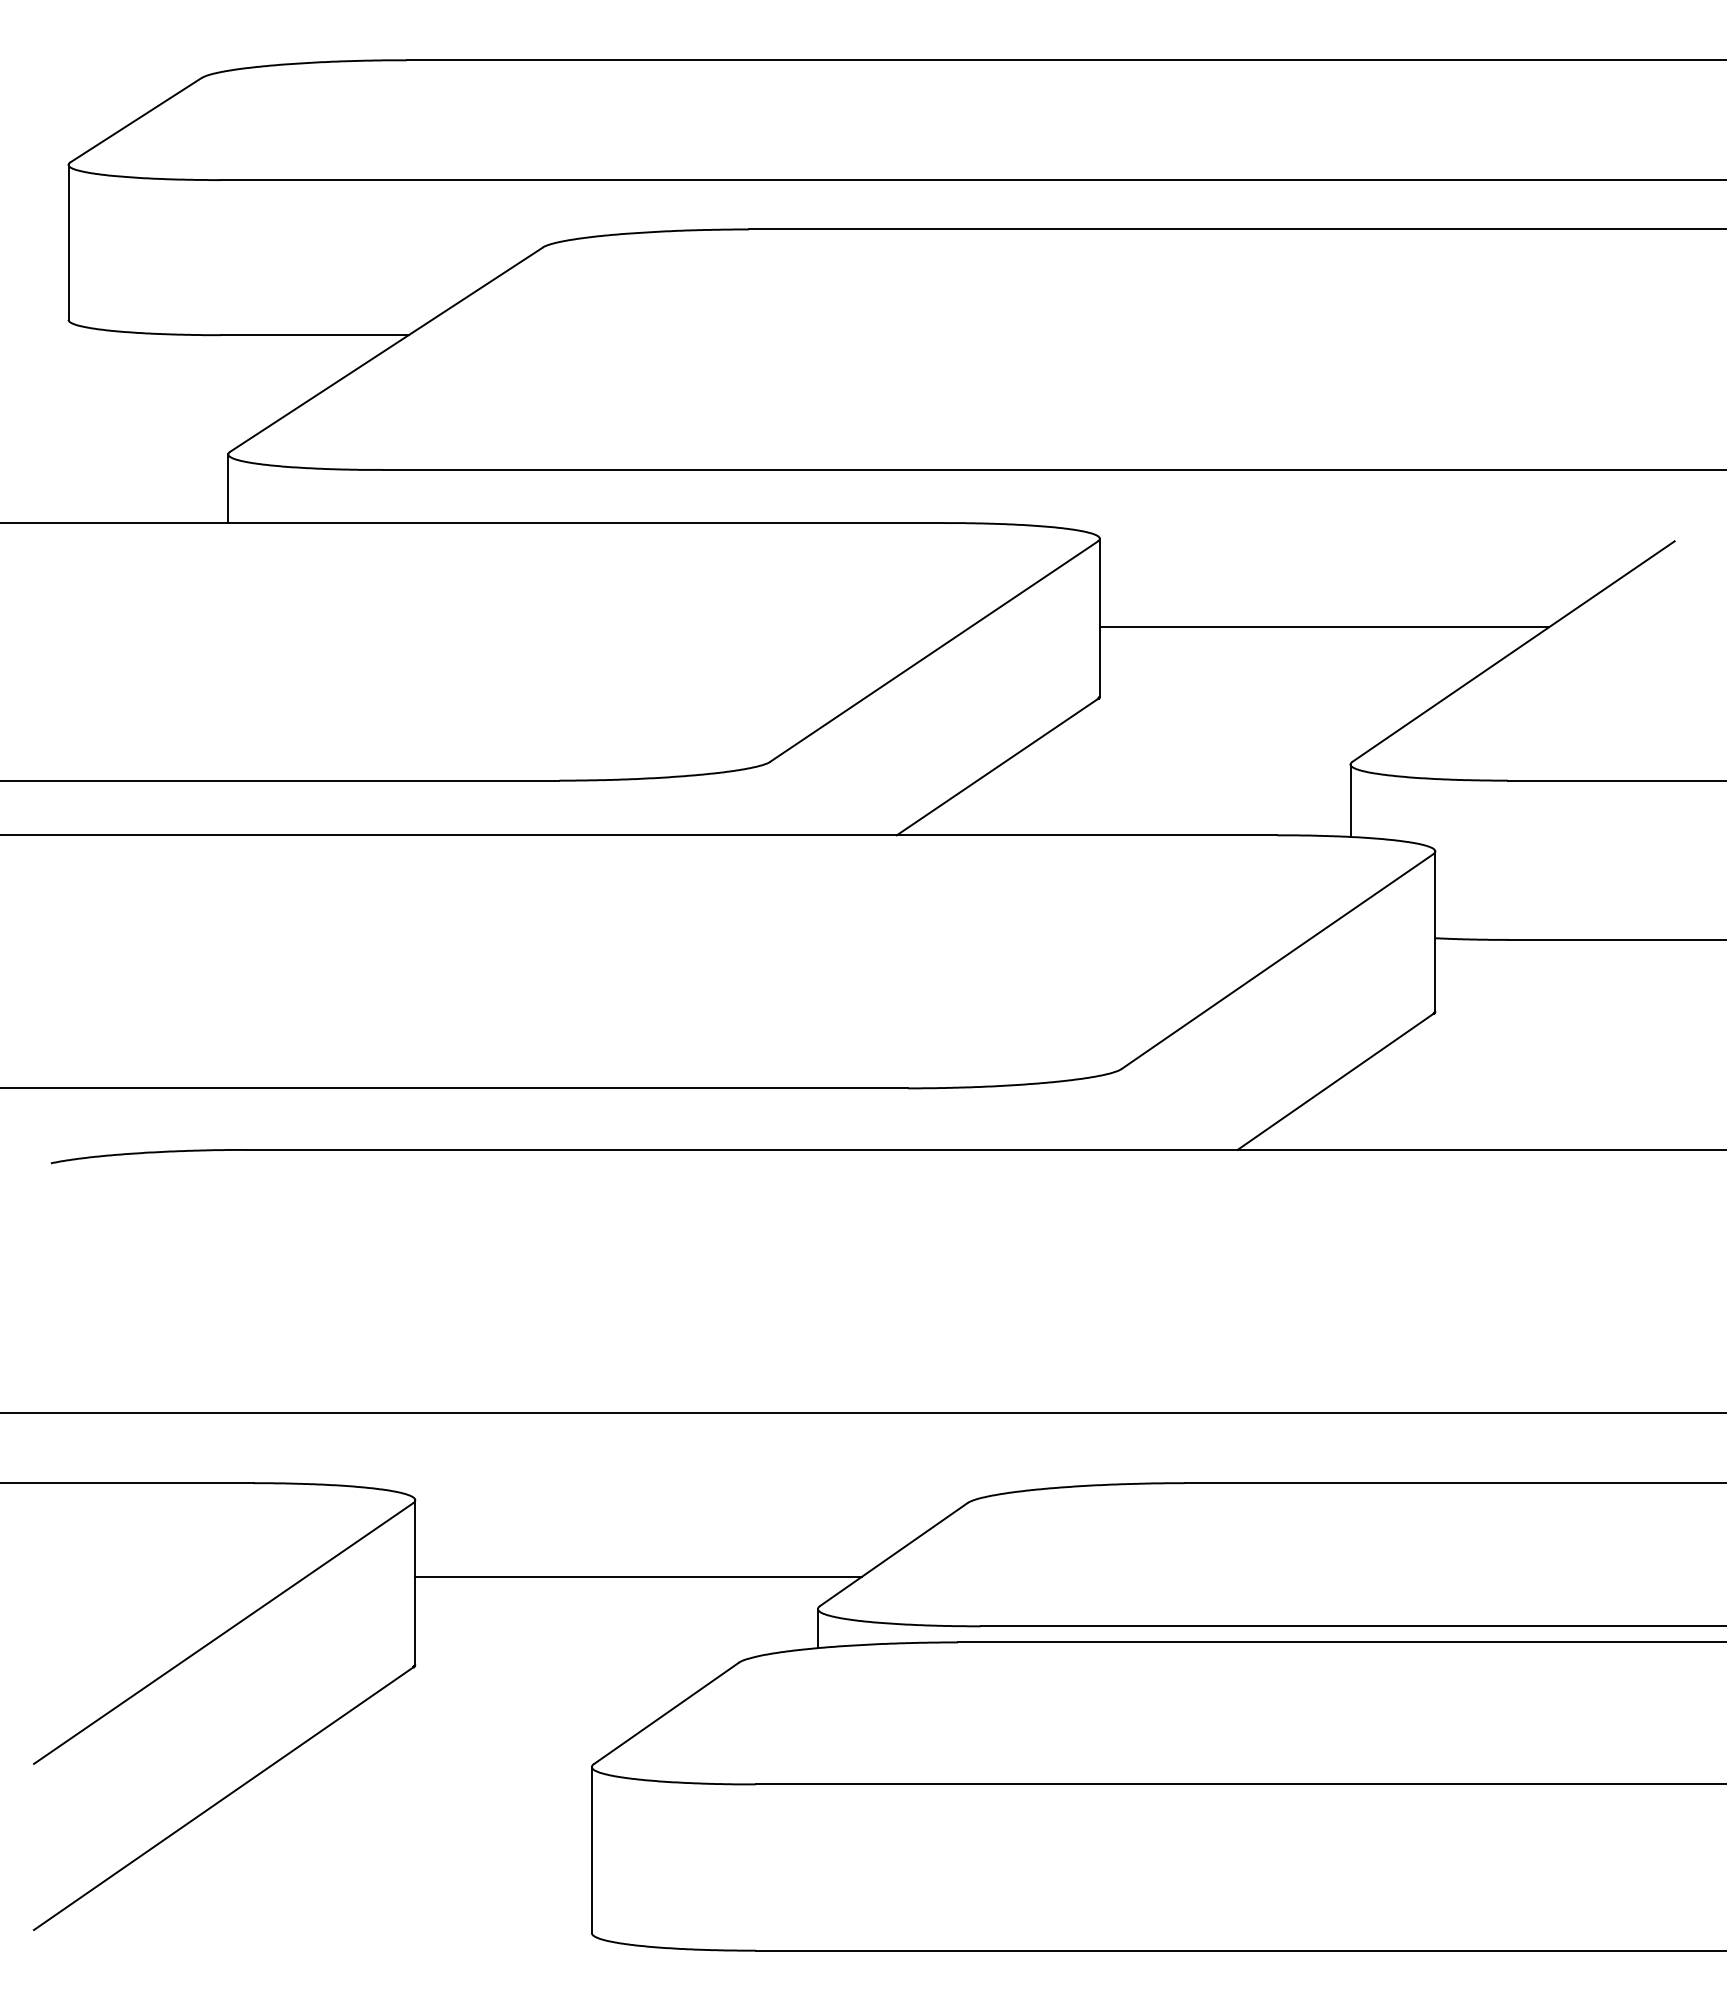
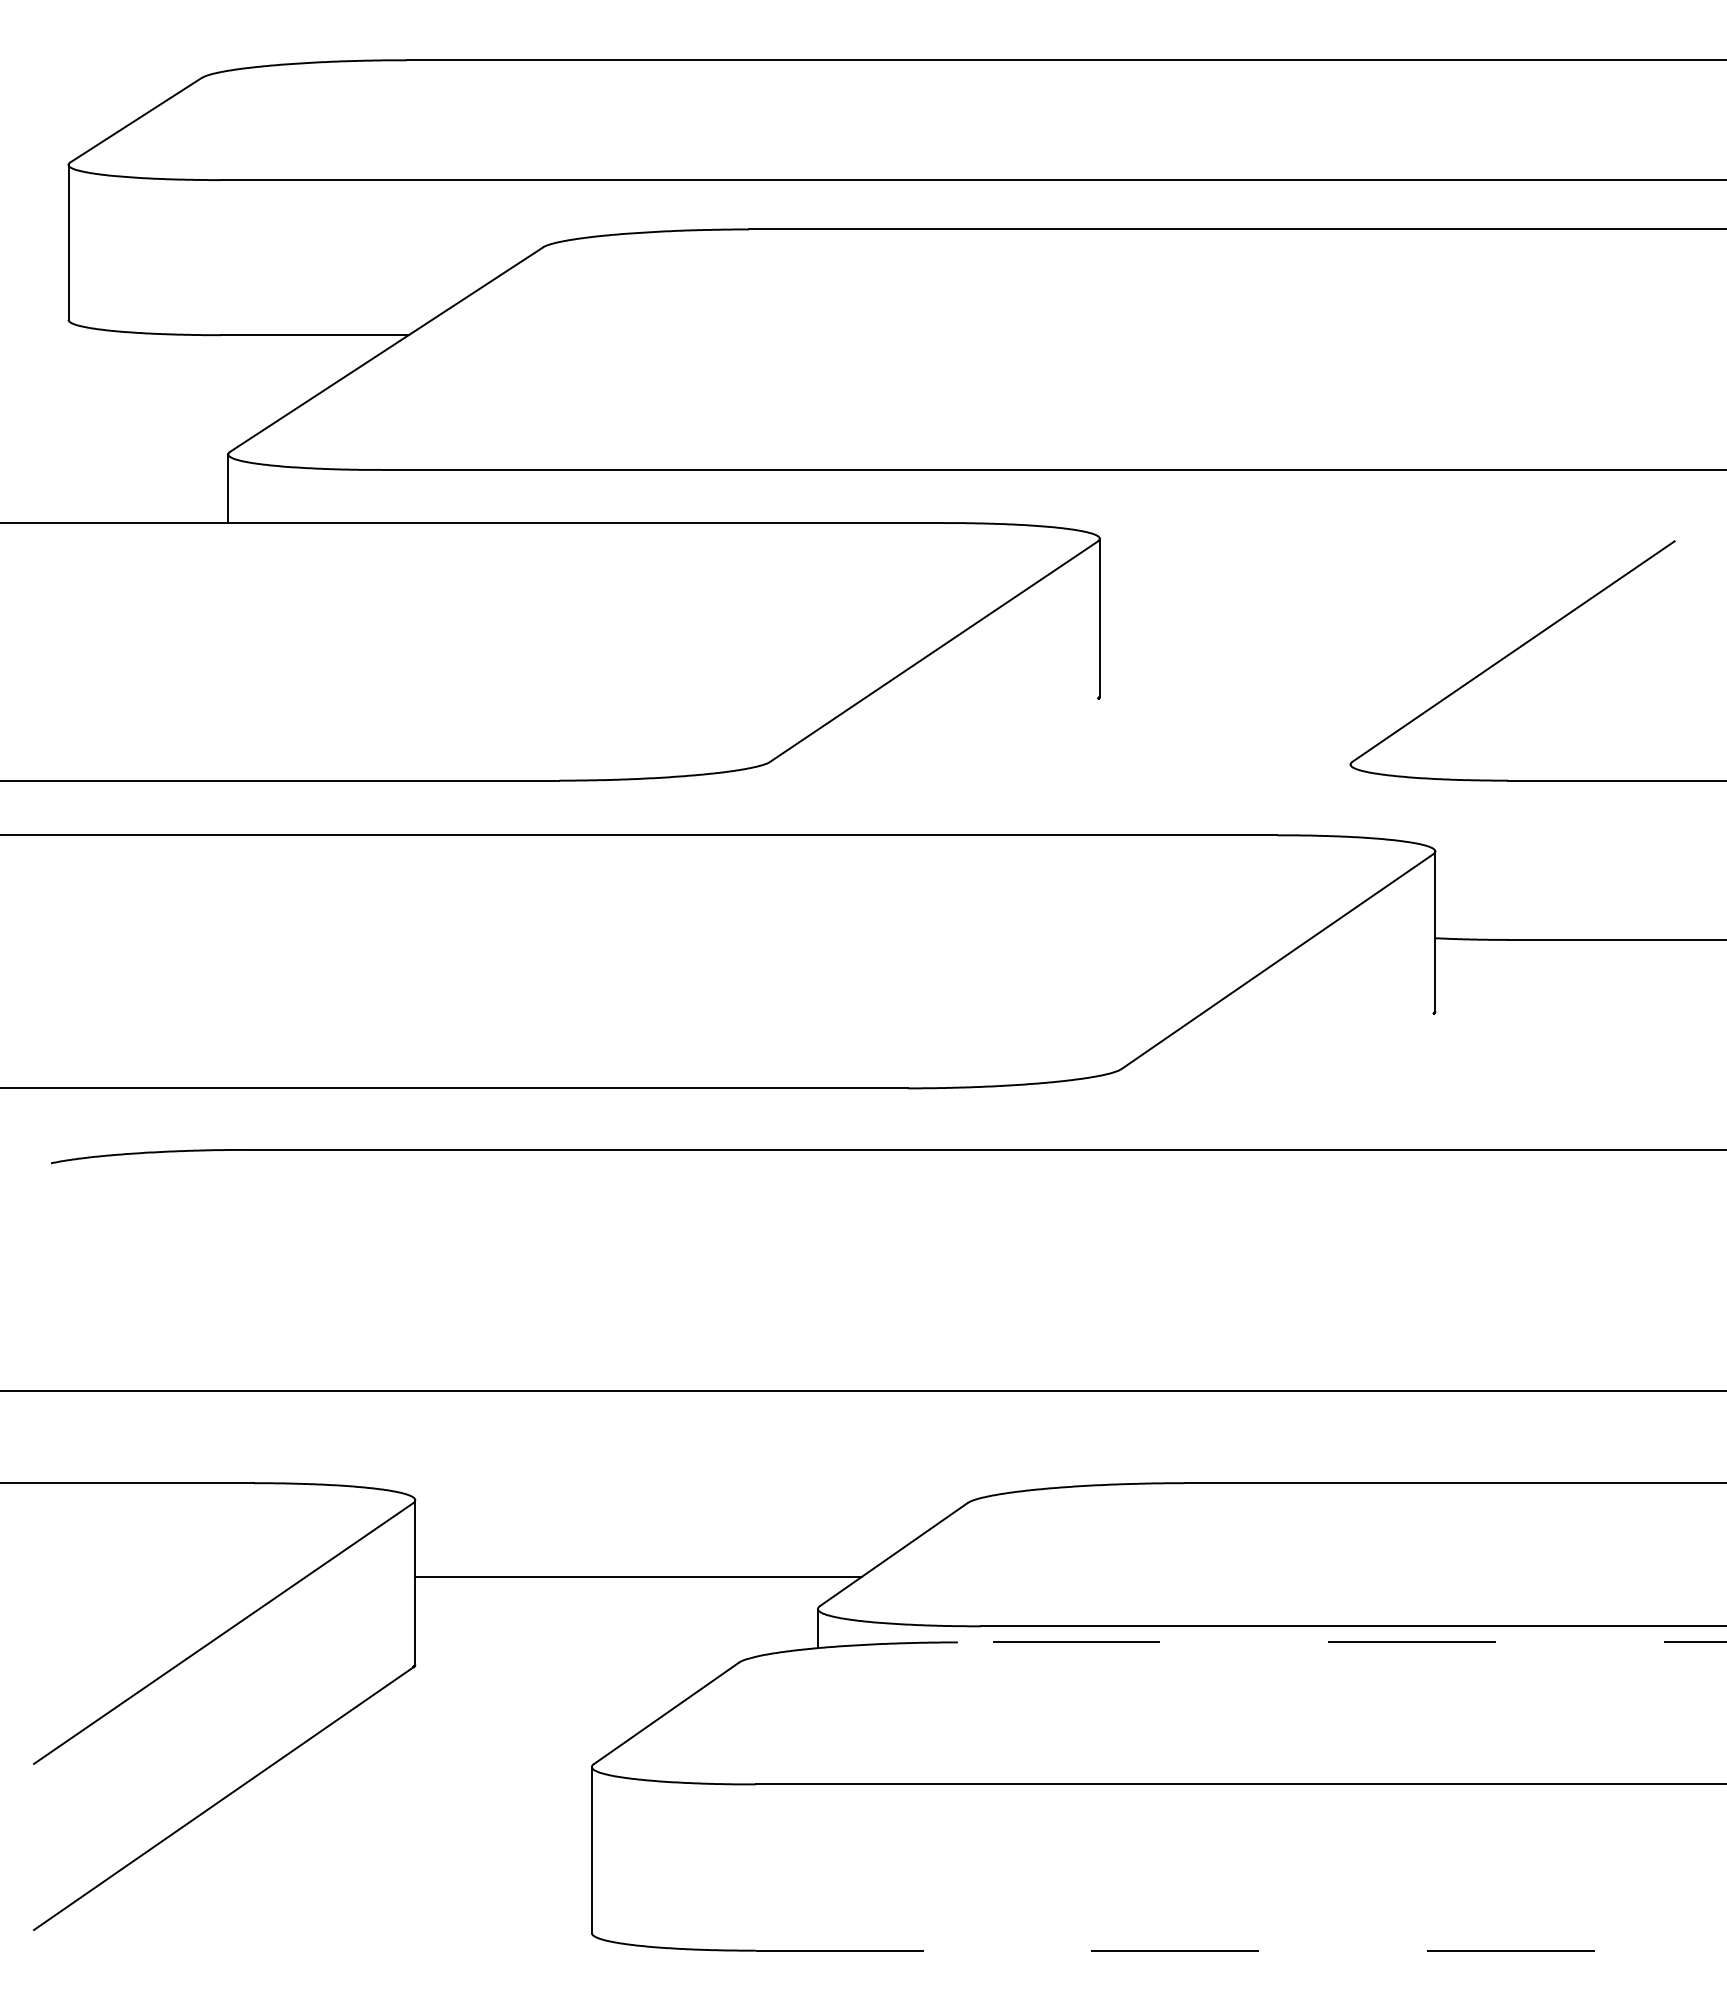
line at (1324, 627): present -> none
line at (996, 767): present -> none
line at (1350, 800): present -> none
line at (1335, 1081): present -> none
line at (862, 1413) position: (862, 1413) -> (862, 1391)
line at (1341, 1642): solid -> dashed
line at (1241, 1950): solid -> dashed
